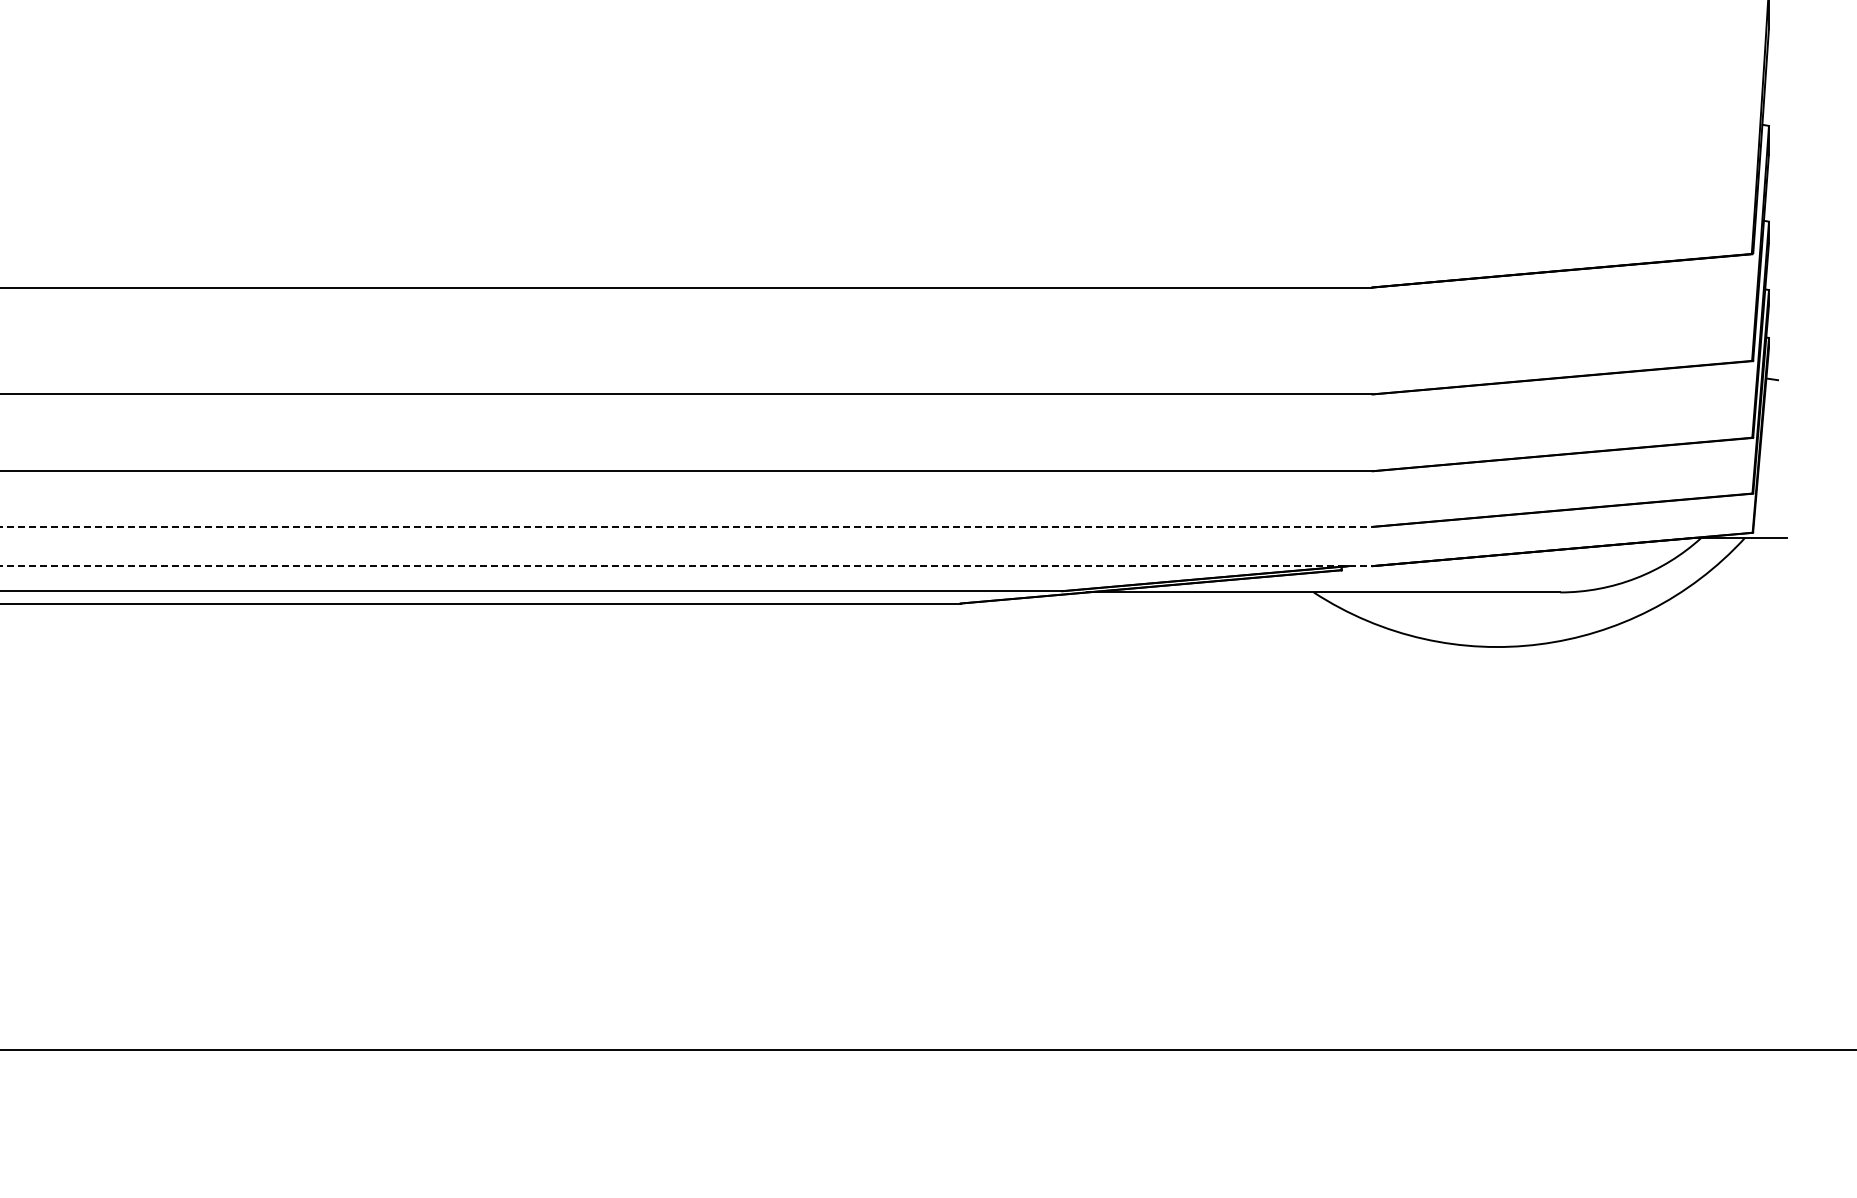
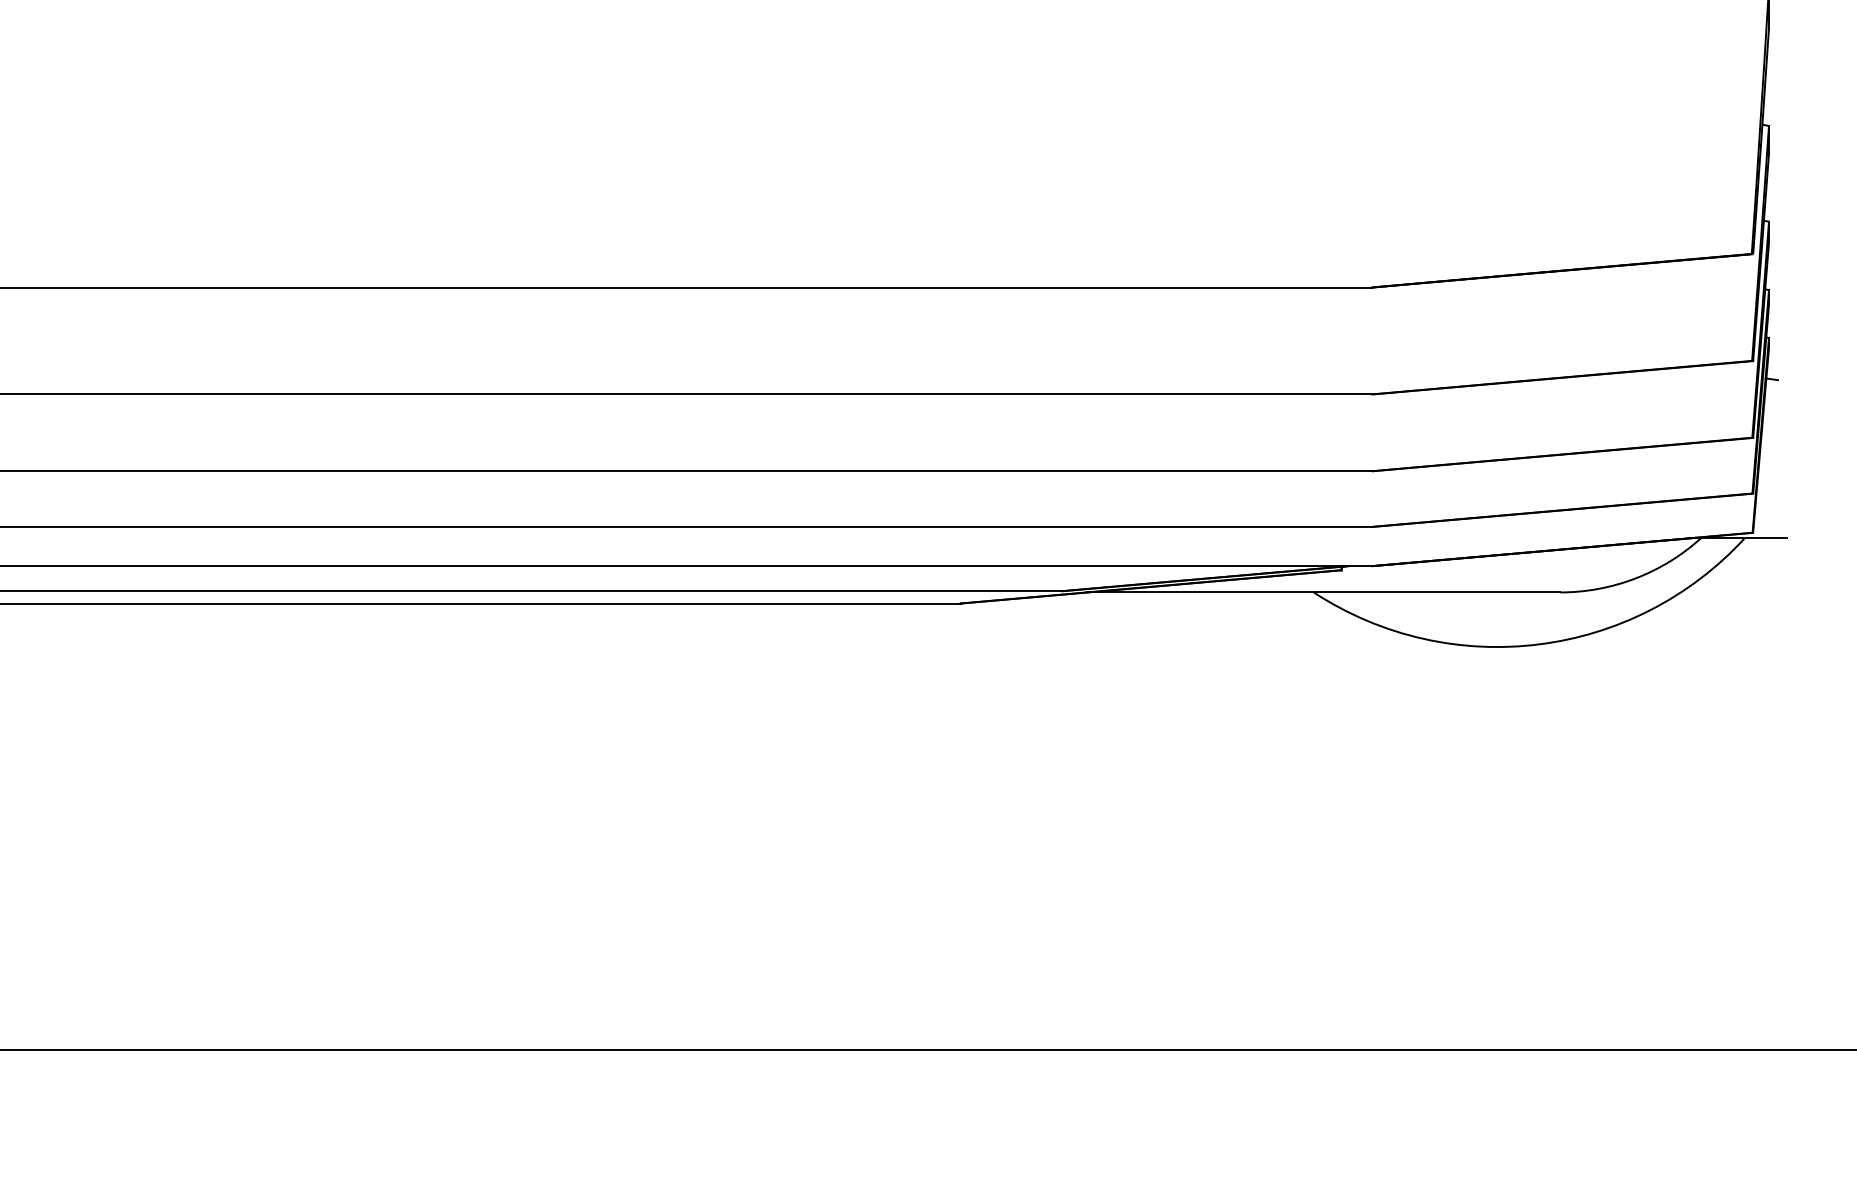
line at (686, 526): dashed -> solid
line at (686, 566): dashed -> solid
